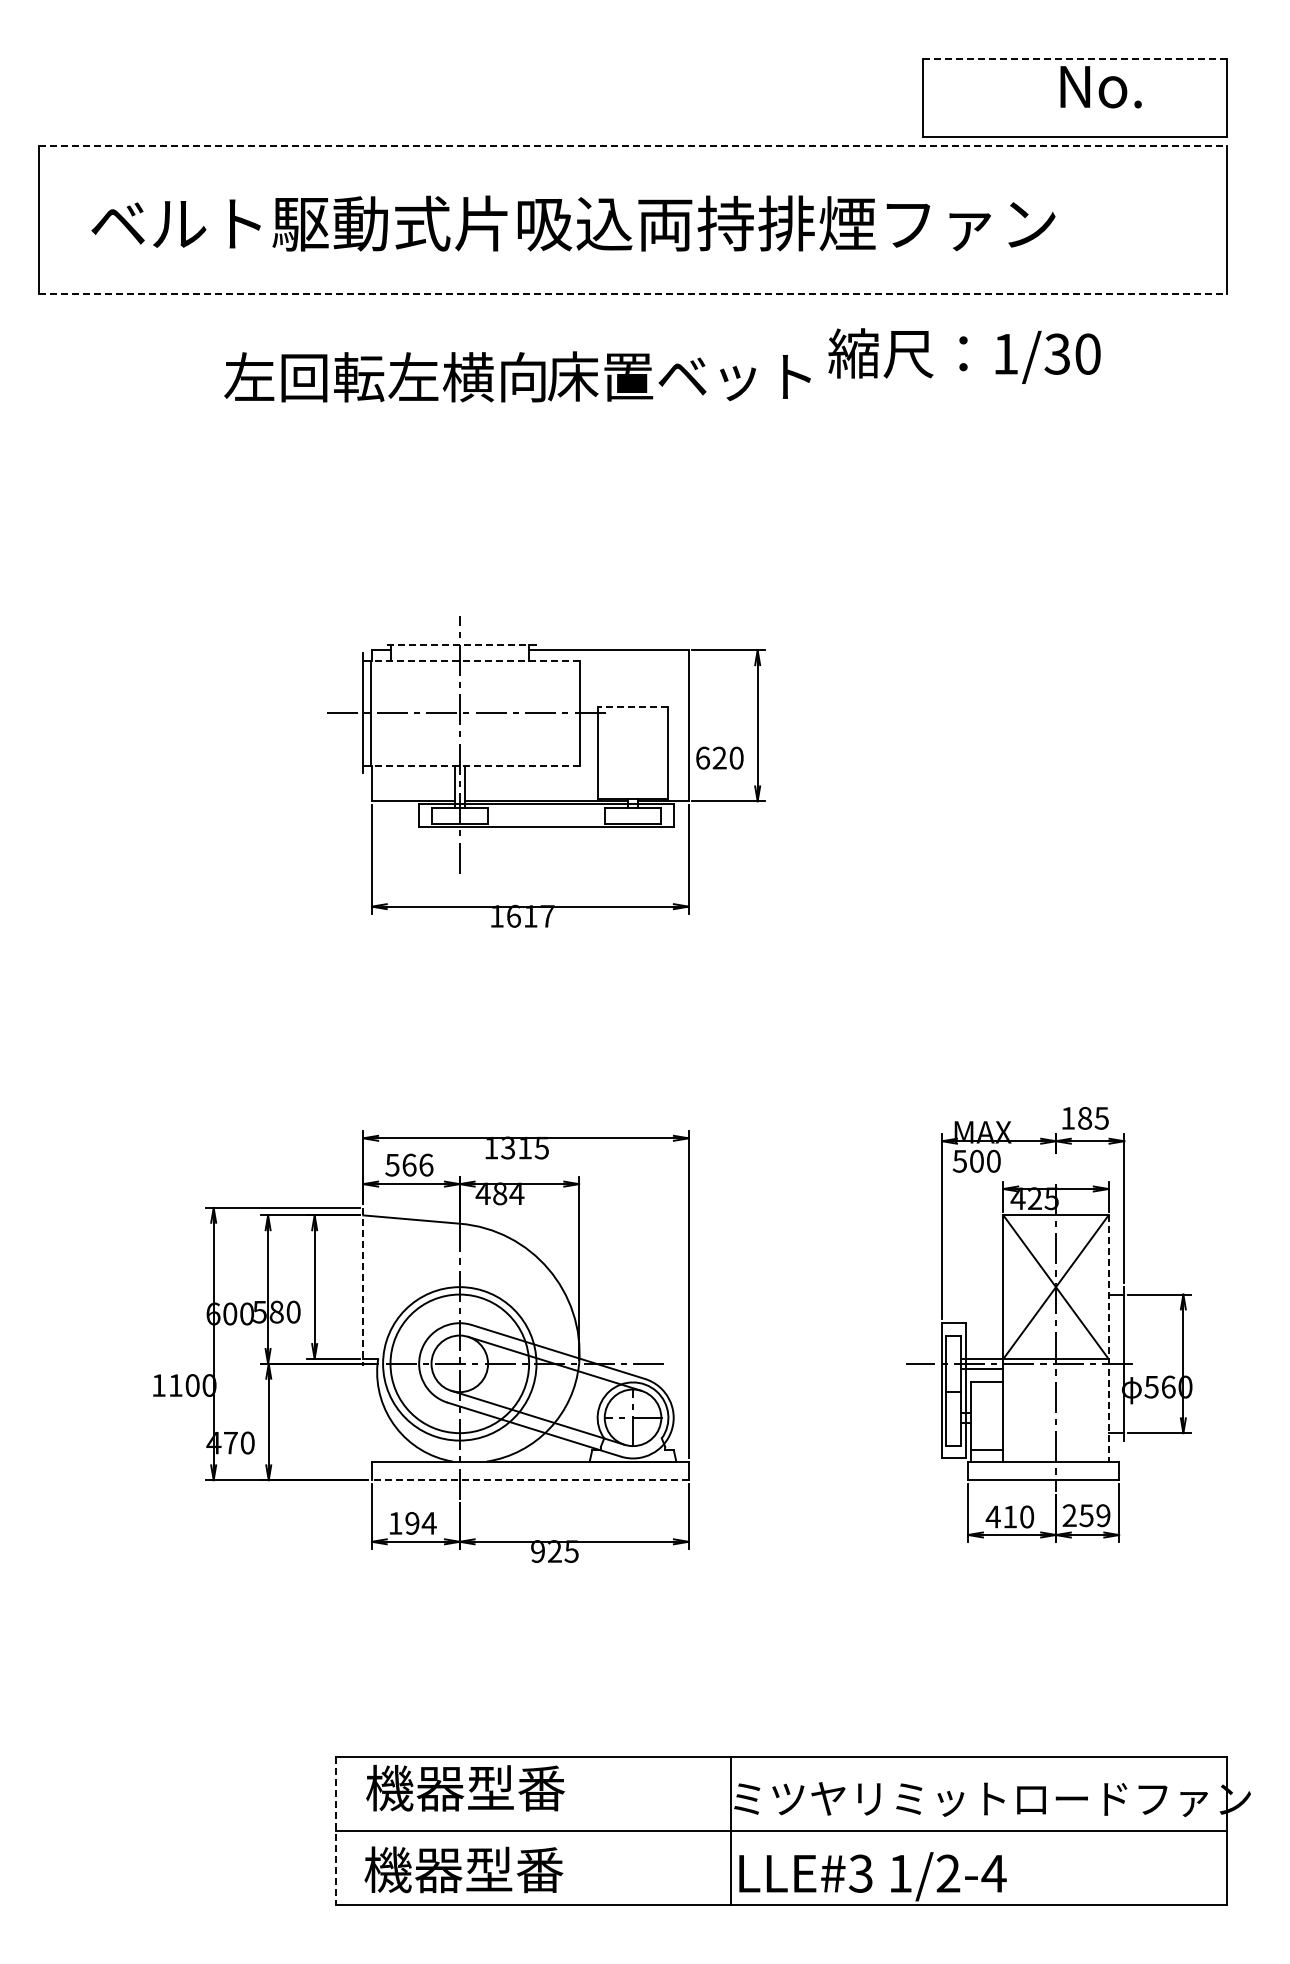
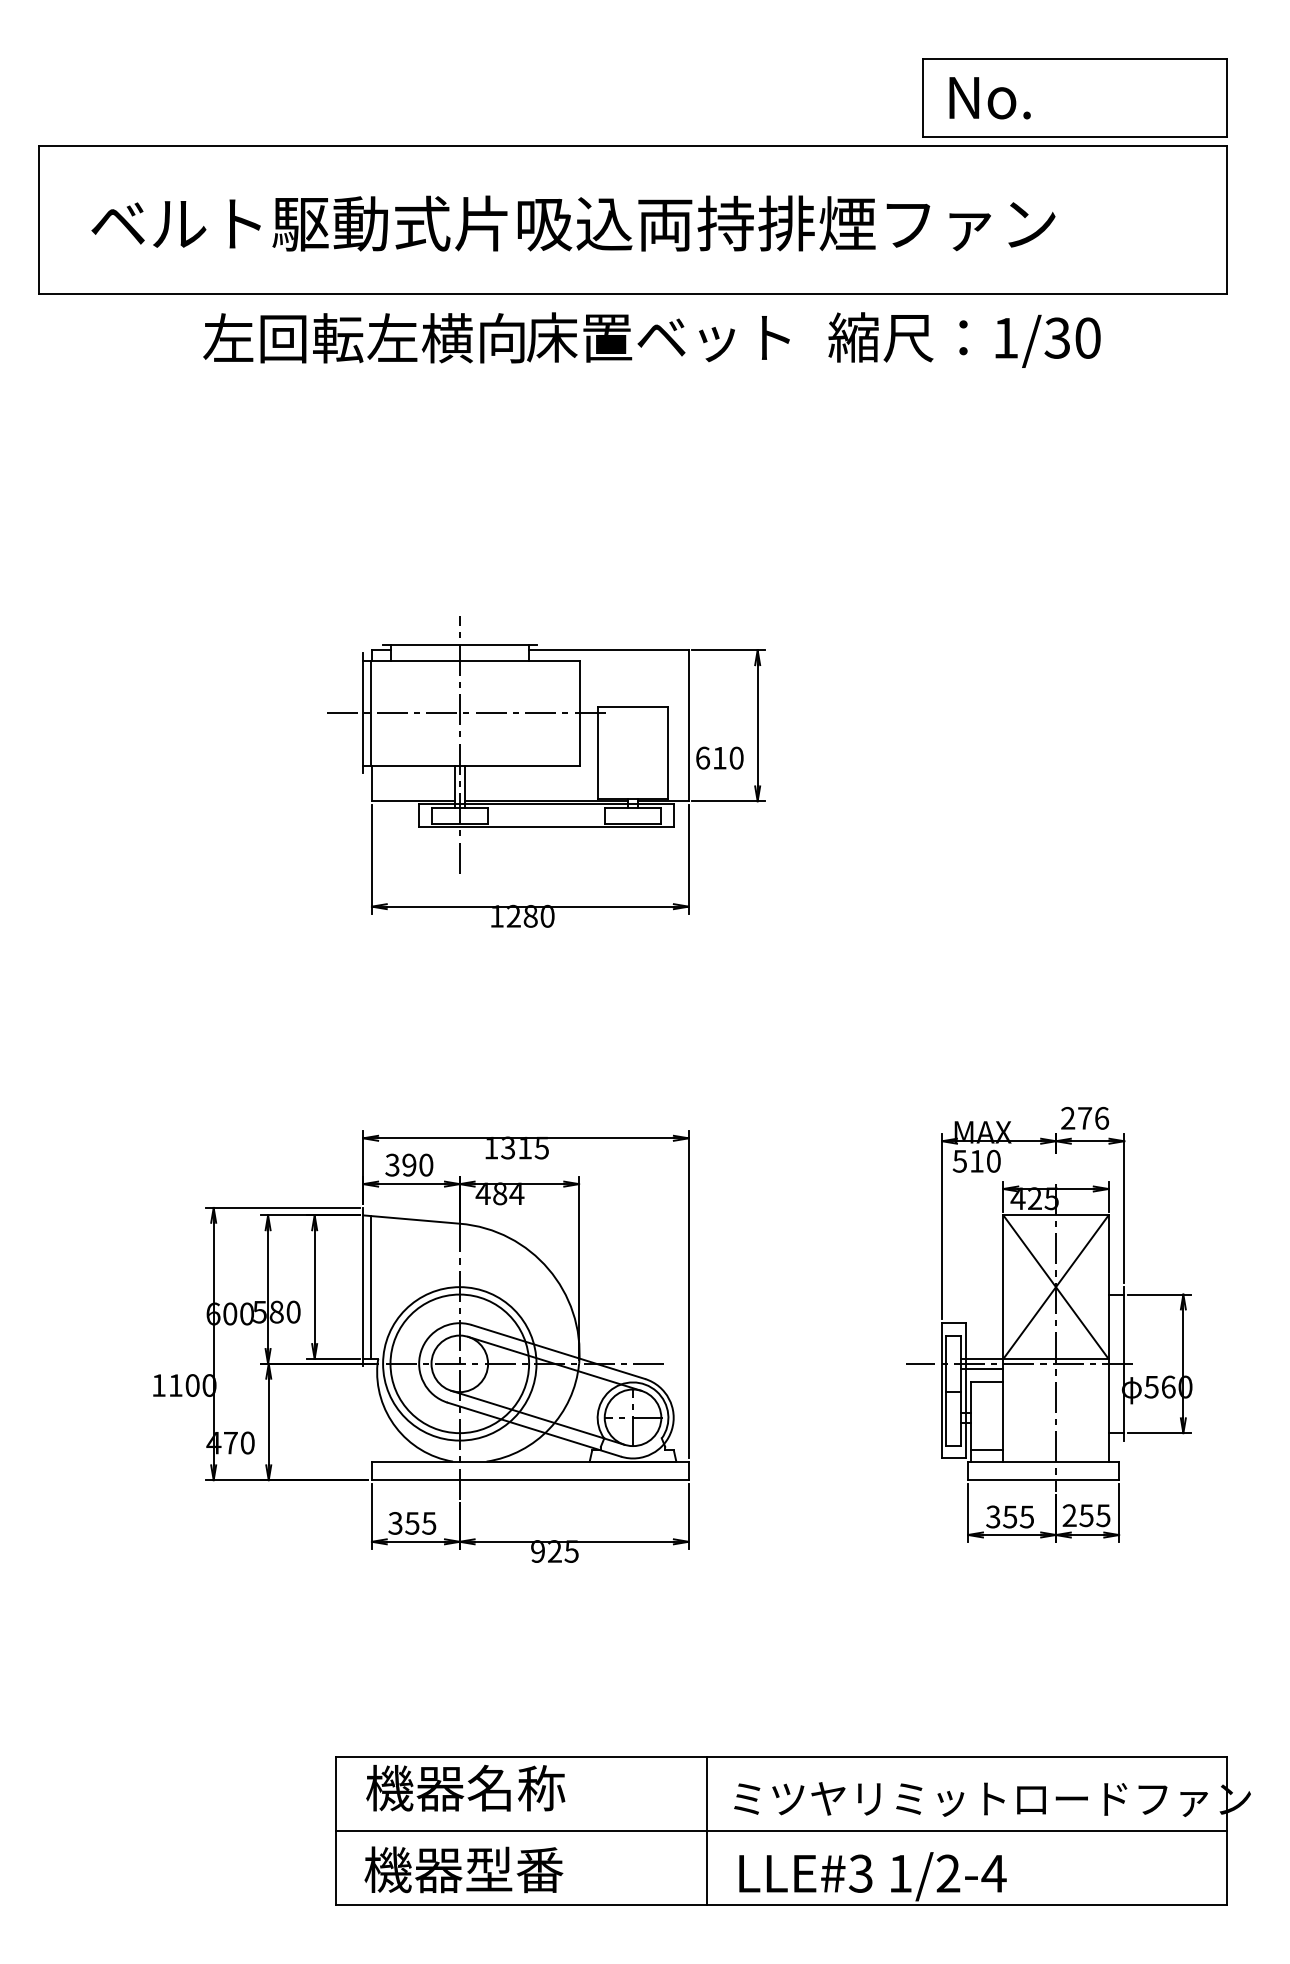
line at (1074, 58): dashed -> solid
text at (1100, 87) position: (1100, 87) -> (989, 98)
line at (632, 145): dashed -> solid
line at (632, 294): dashed -> solid
text at (964, 355) position: (964, 355) -> (964, 339)
text at (517, 376) position: (517, 376) -> (496, 337)
line at (459, 645): dashed -> solid
line at (470, 660): dashed -> solid
line at (632, 707): dashed -> solid
text at (719, 757): 620 -> 610
line at (470, 765): dashed -> solid
text at (530, 915): 1617 -> 1280
text at (1085, 1117): 185 -> 276
text at (976, 1160): 500 -> 510
text at (409, 1164): 566 -> 390
line at (363, 1287): dashed -> solid
line at (370, 1287): none -> present
line at (1108, 1339): dashed -> solid
line at (529, 1480): dashed -> solid
text at (1103, 1515): 259 -> 255
text at (1009, 1516): 410 -> 355
text at (412, 1523): 194 -> 355
text at (516, 1787): 機器型番 -> 機器名称
line at (731, 1830) position: (731, 1830) -> (707, 1830)
line at (335, 1831): dashed -> solid
